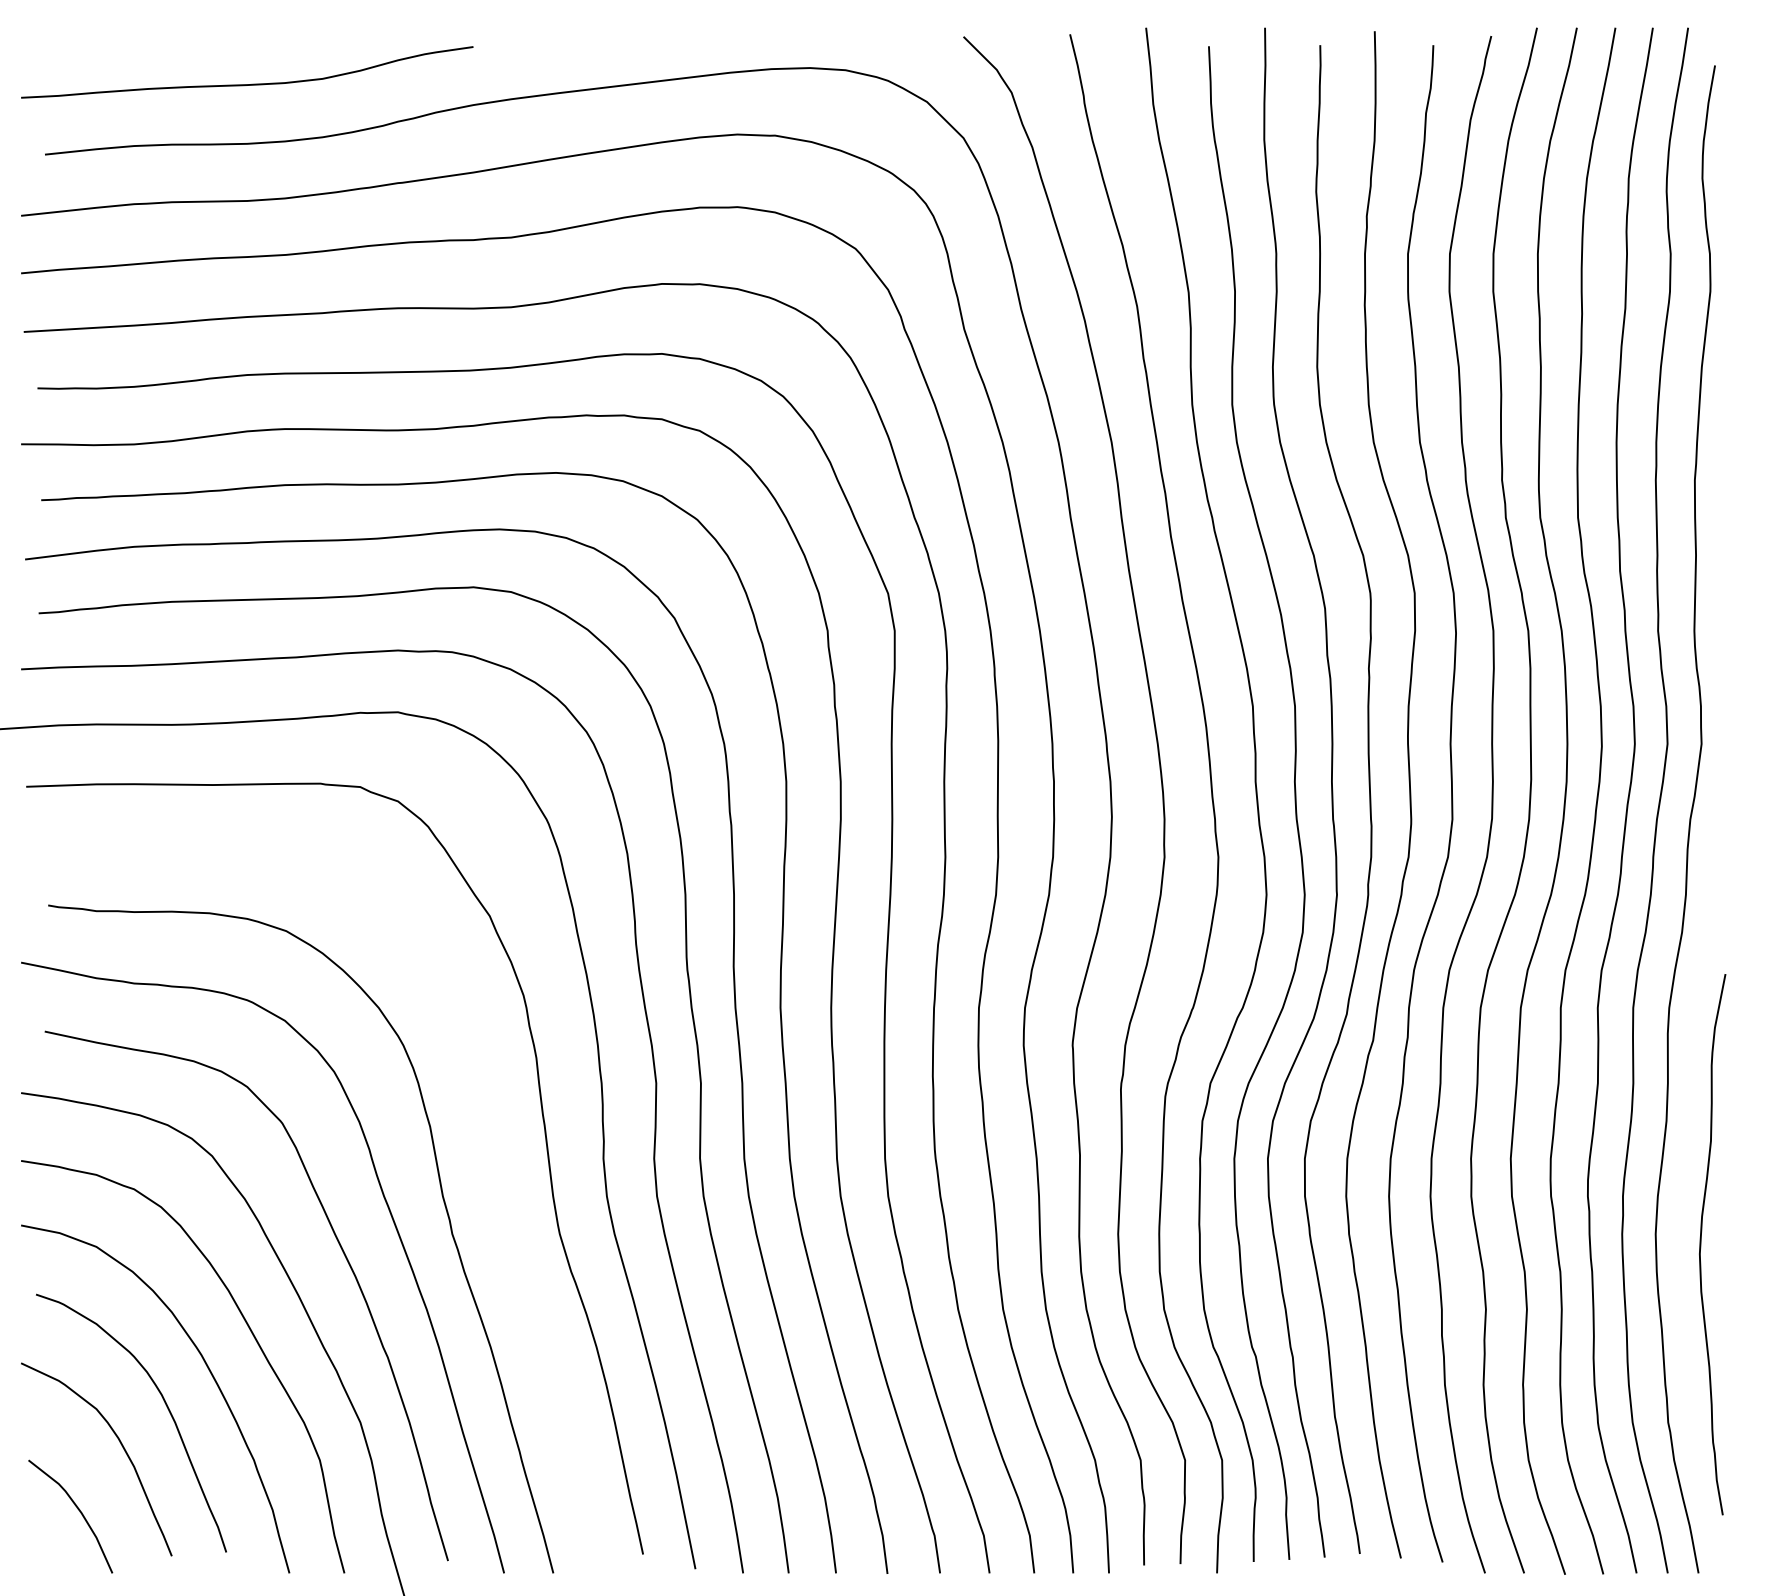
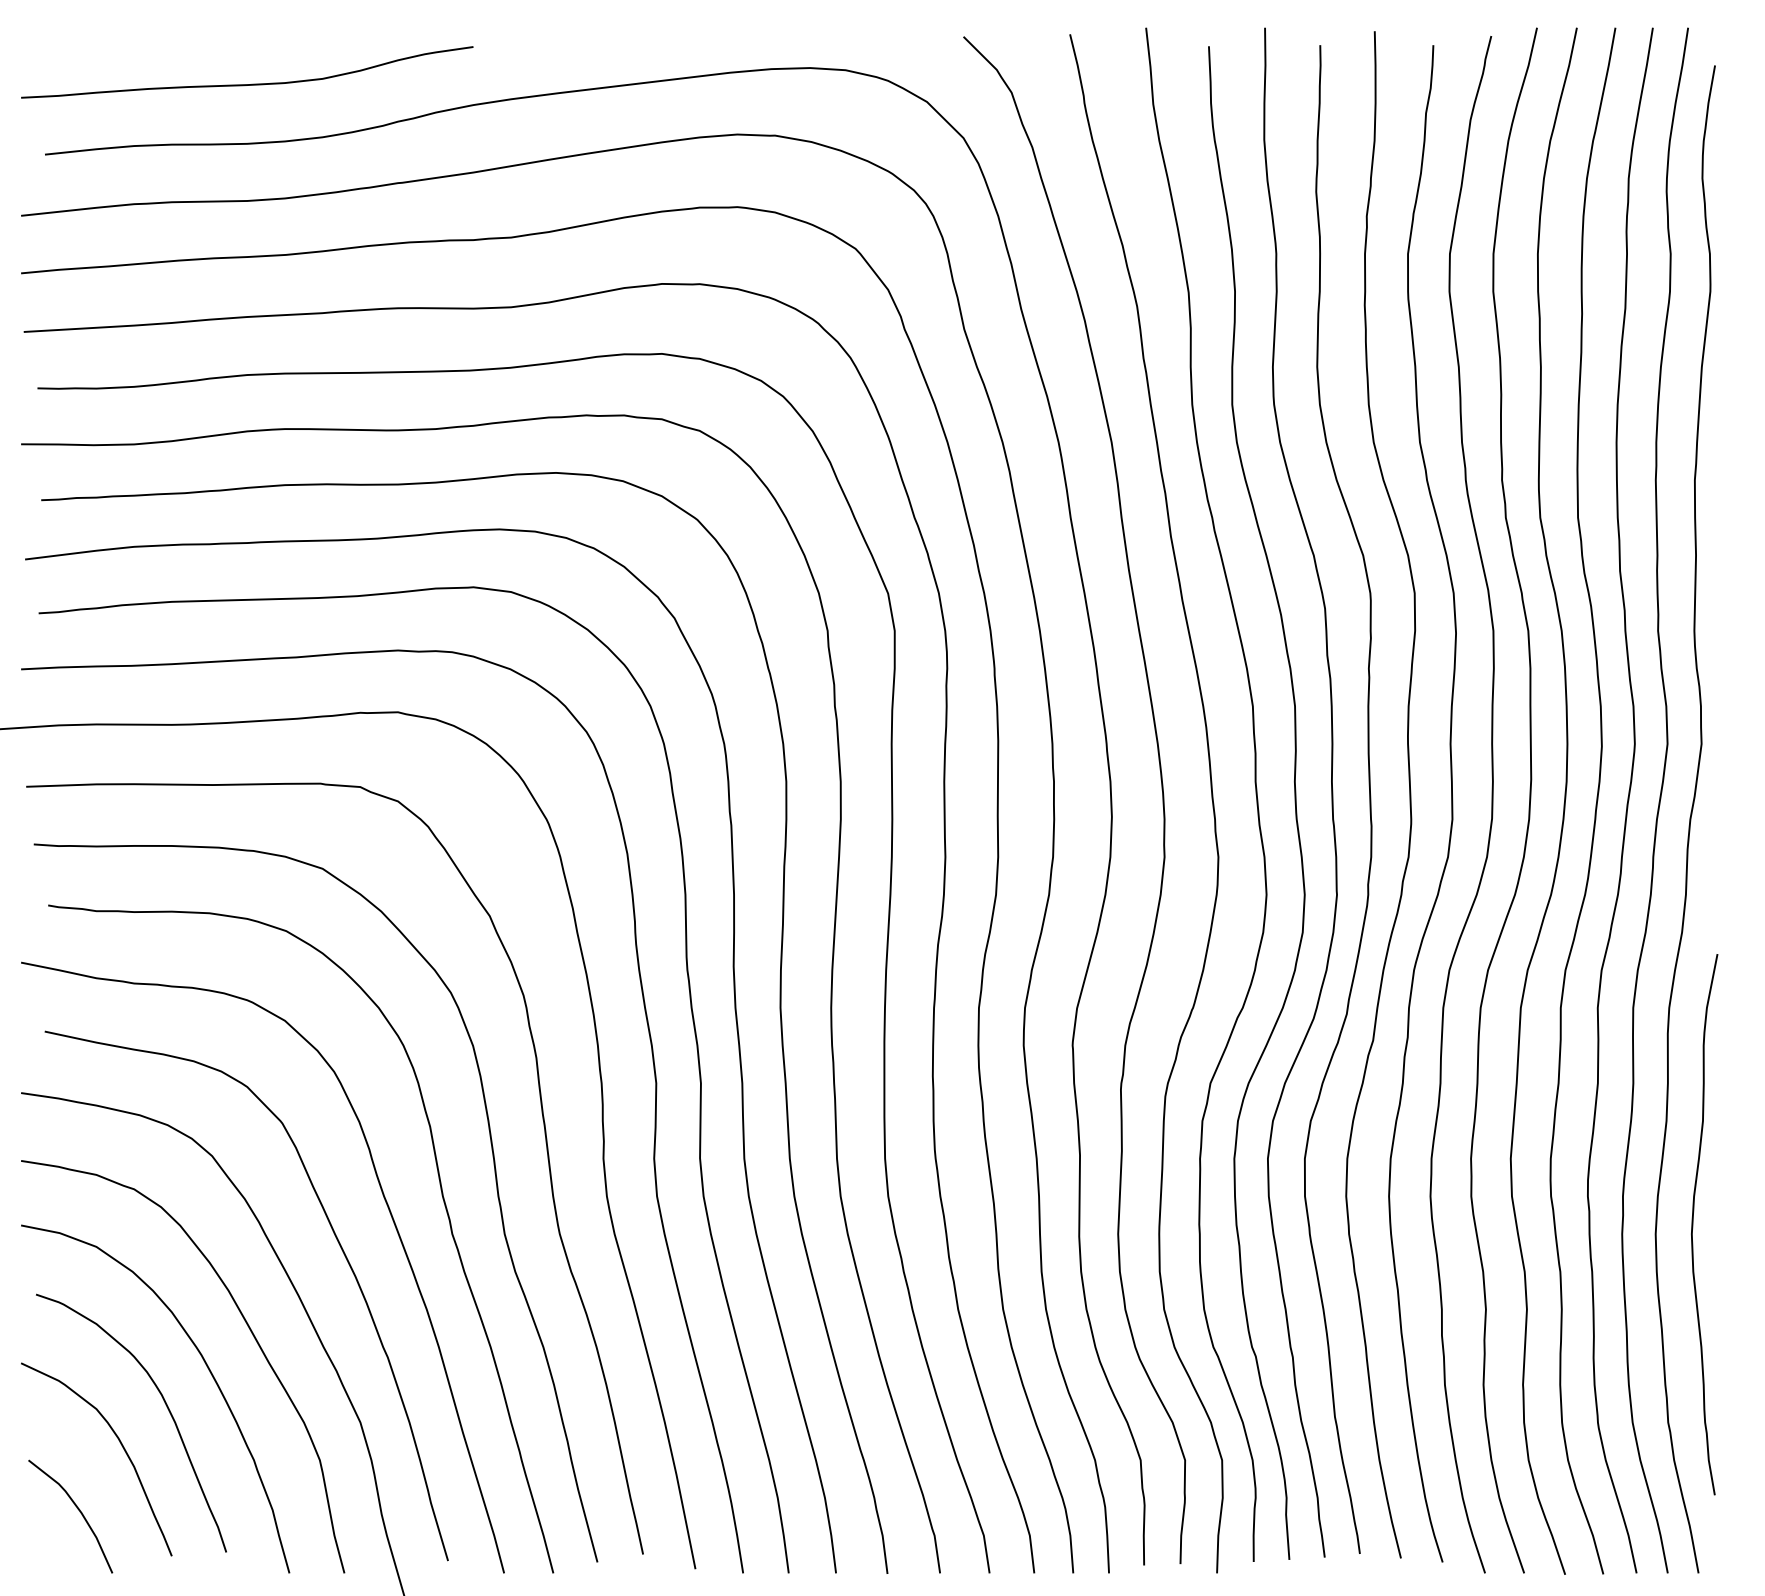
curve at (495, 1182): none -> present
curve at (1701, 1244) position: (1701, 1244) -> (1693, 1224)
